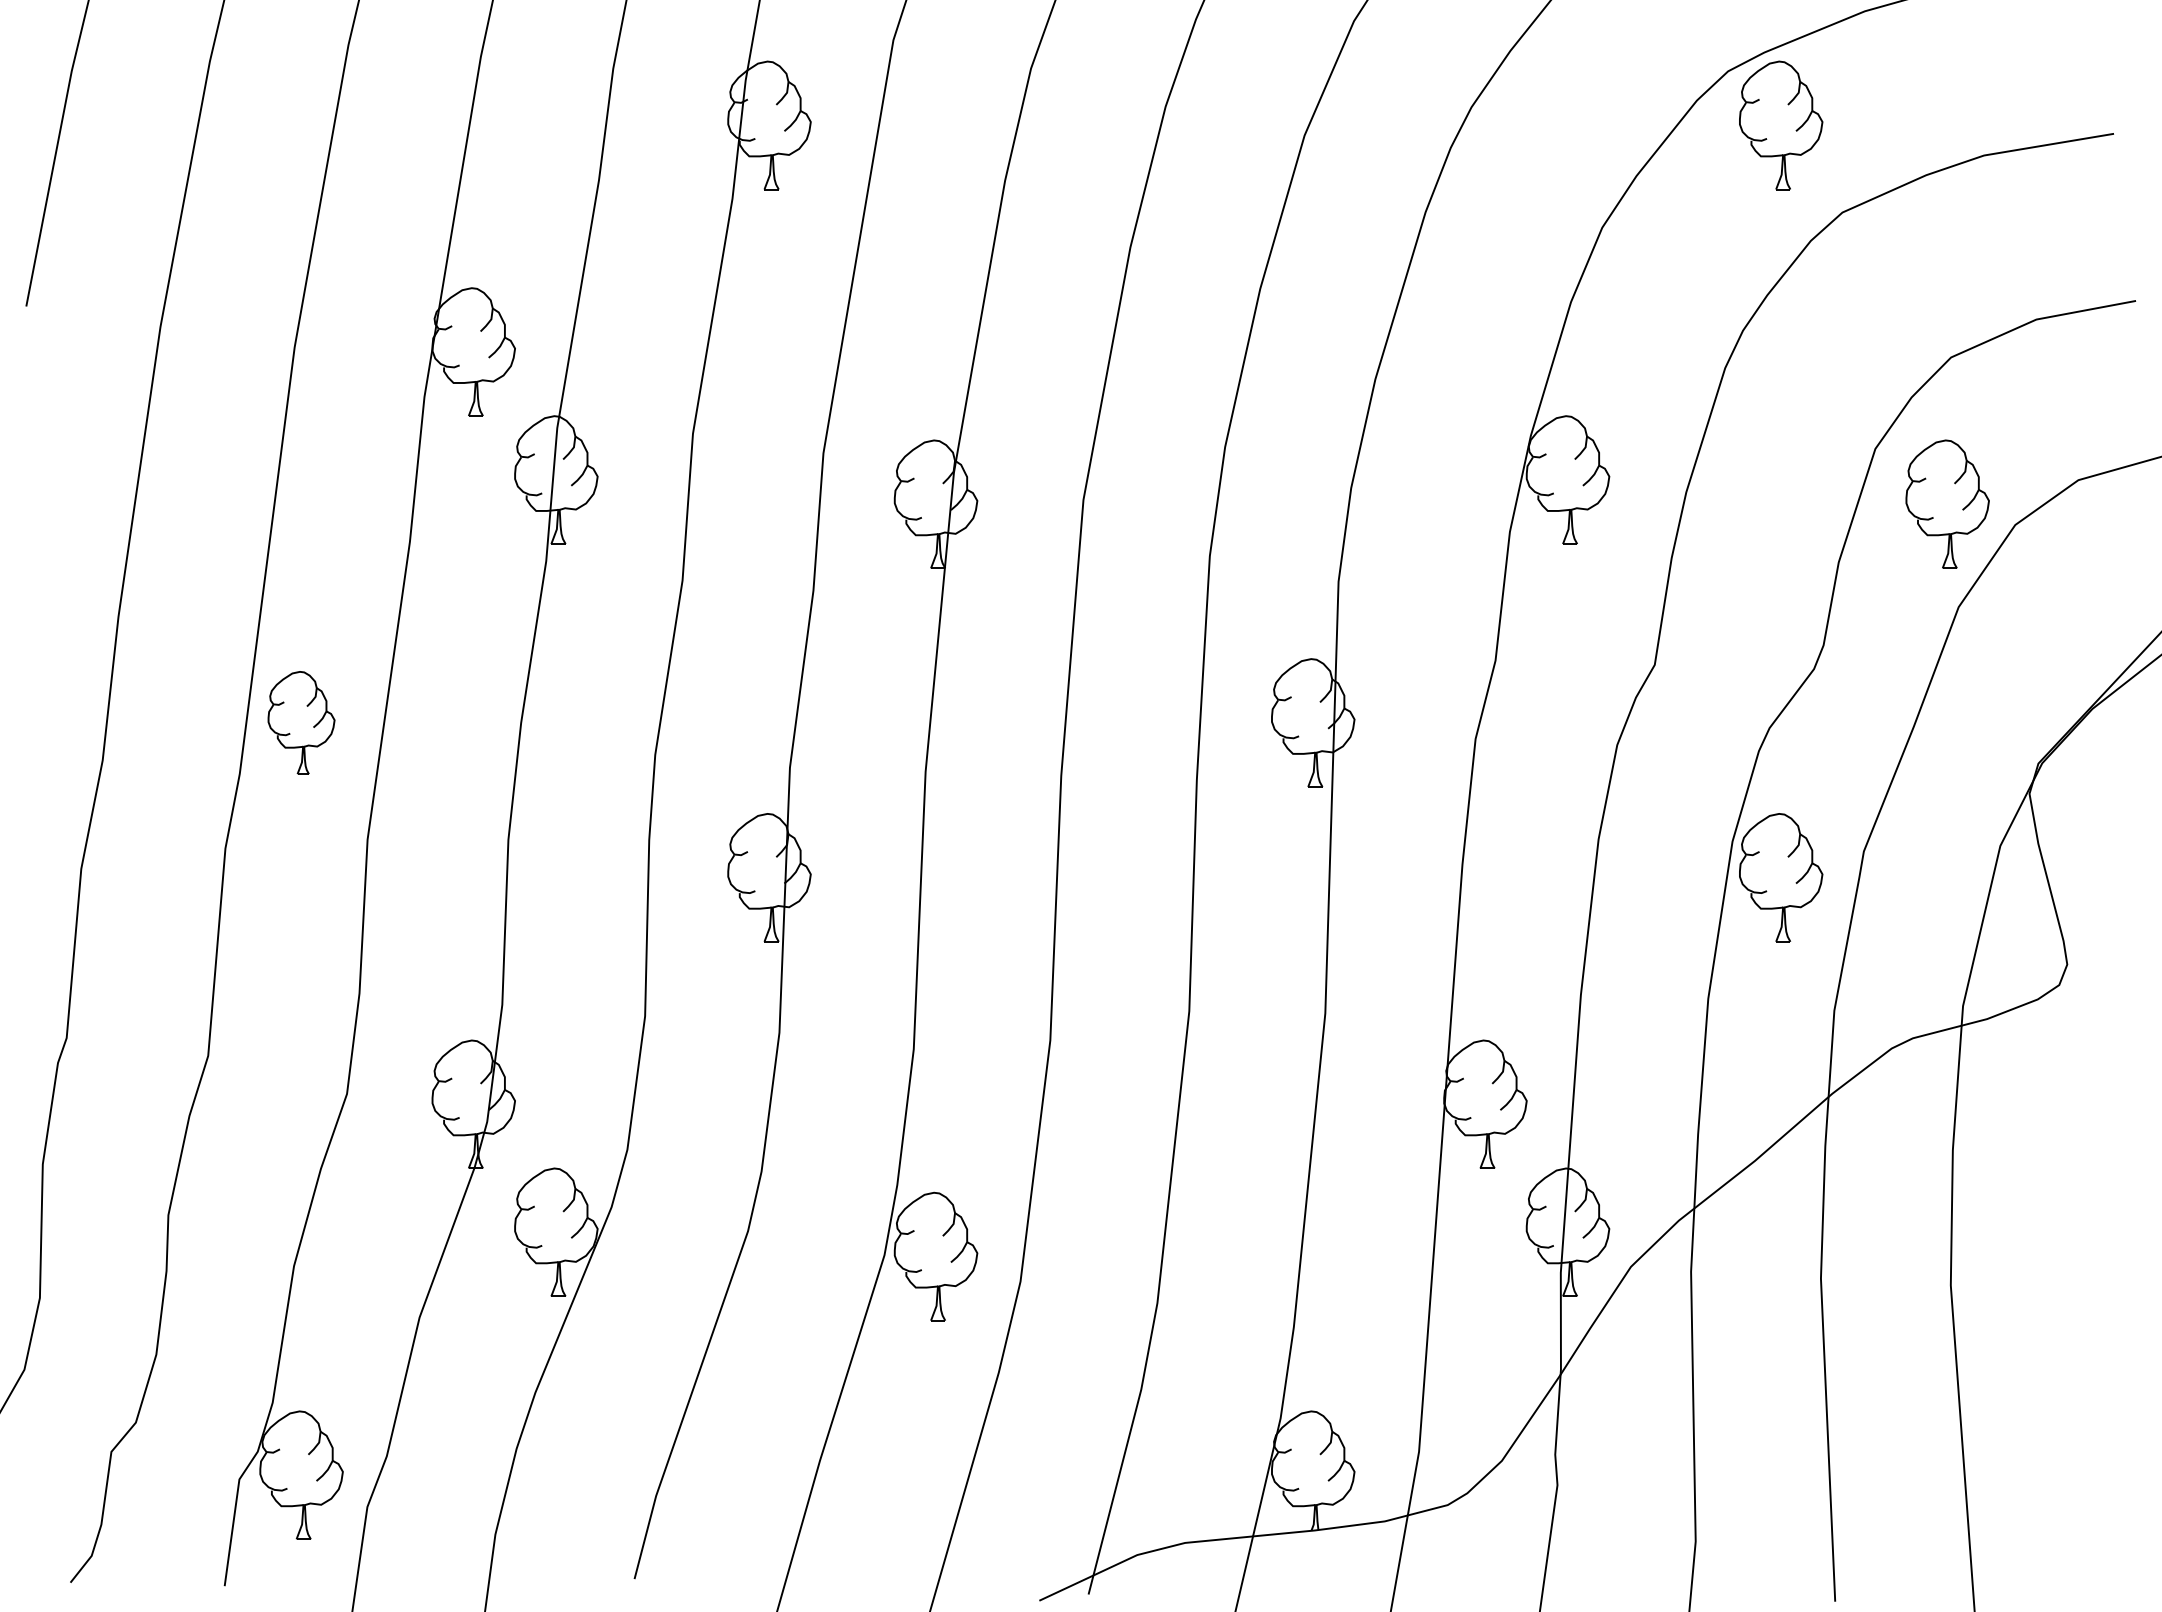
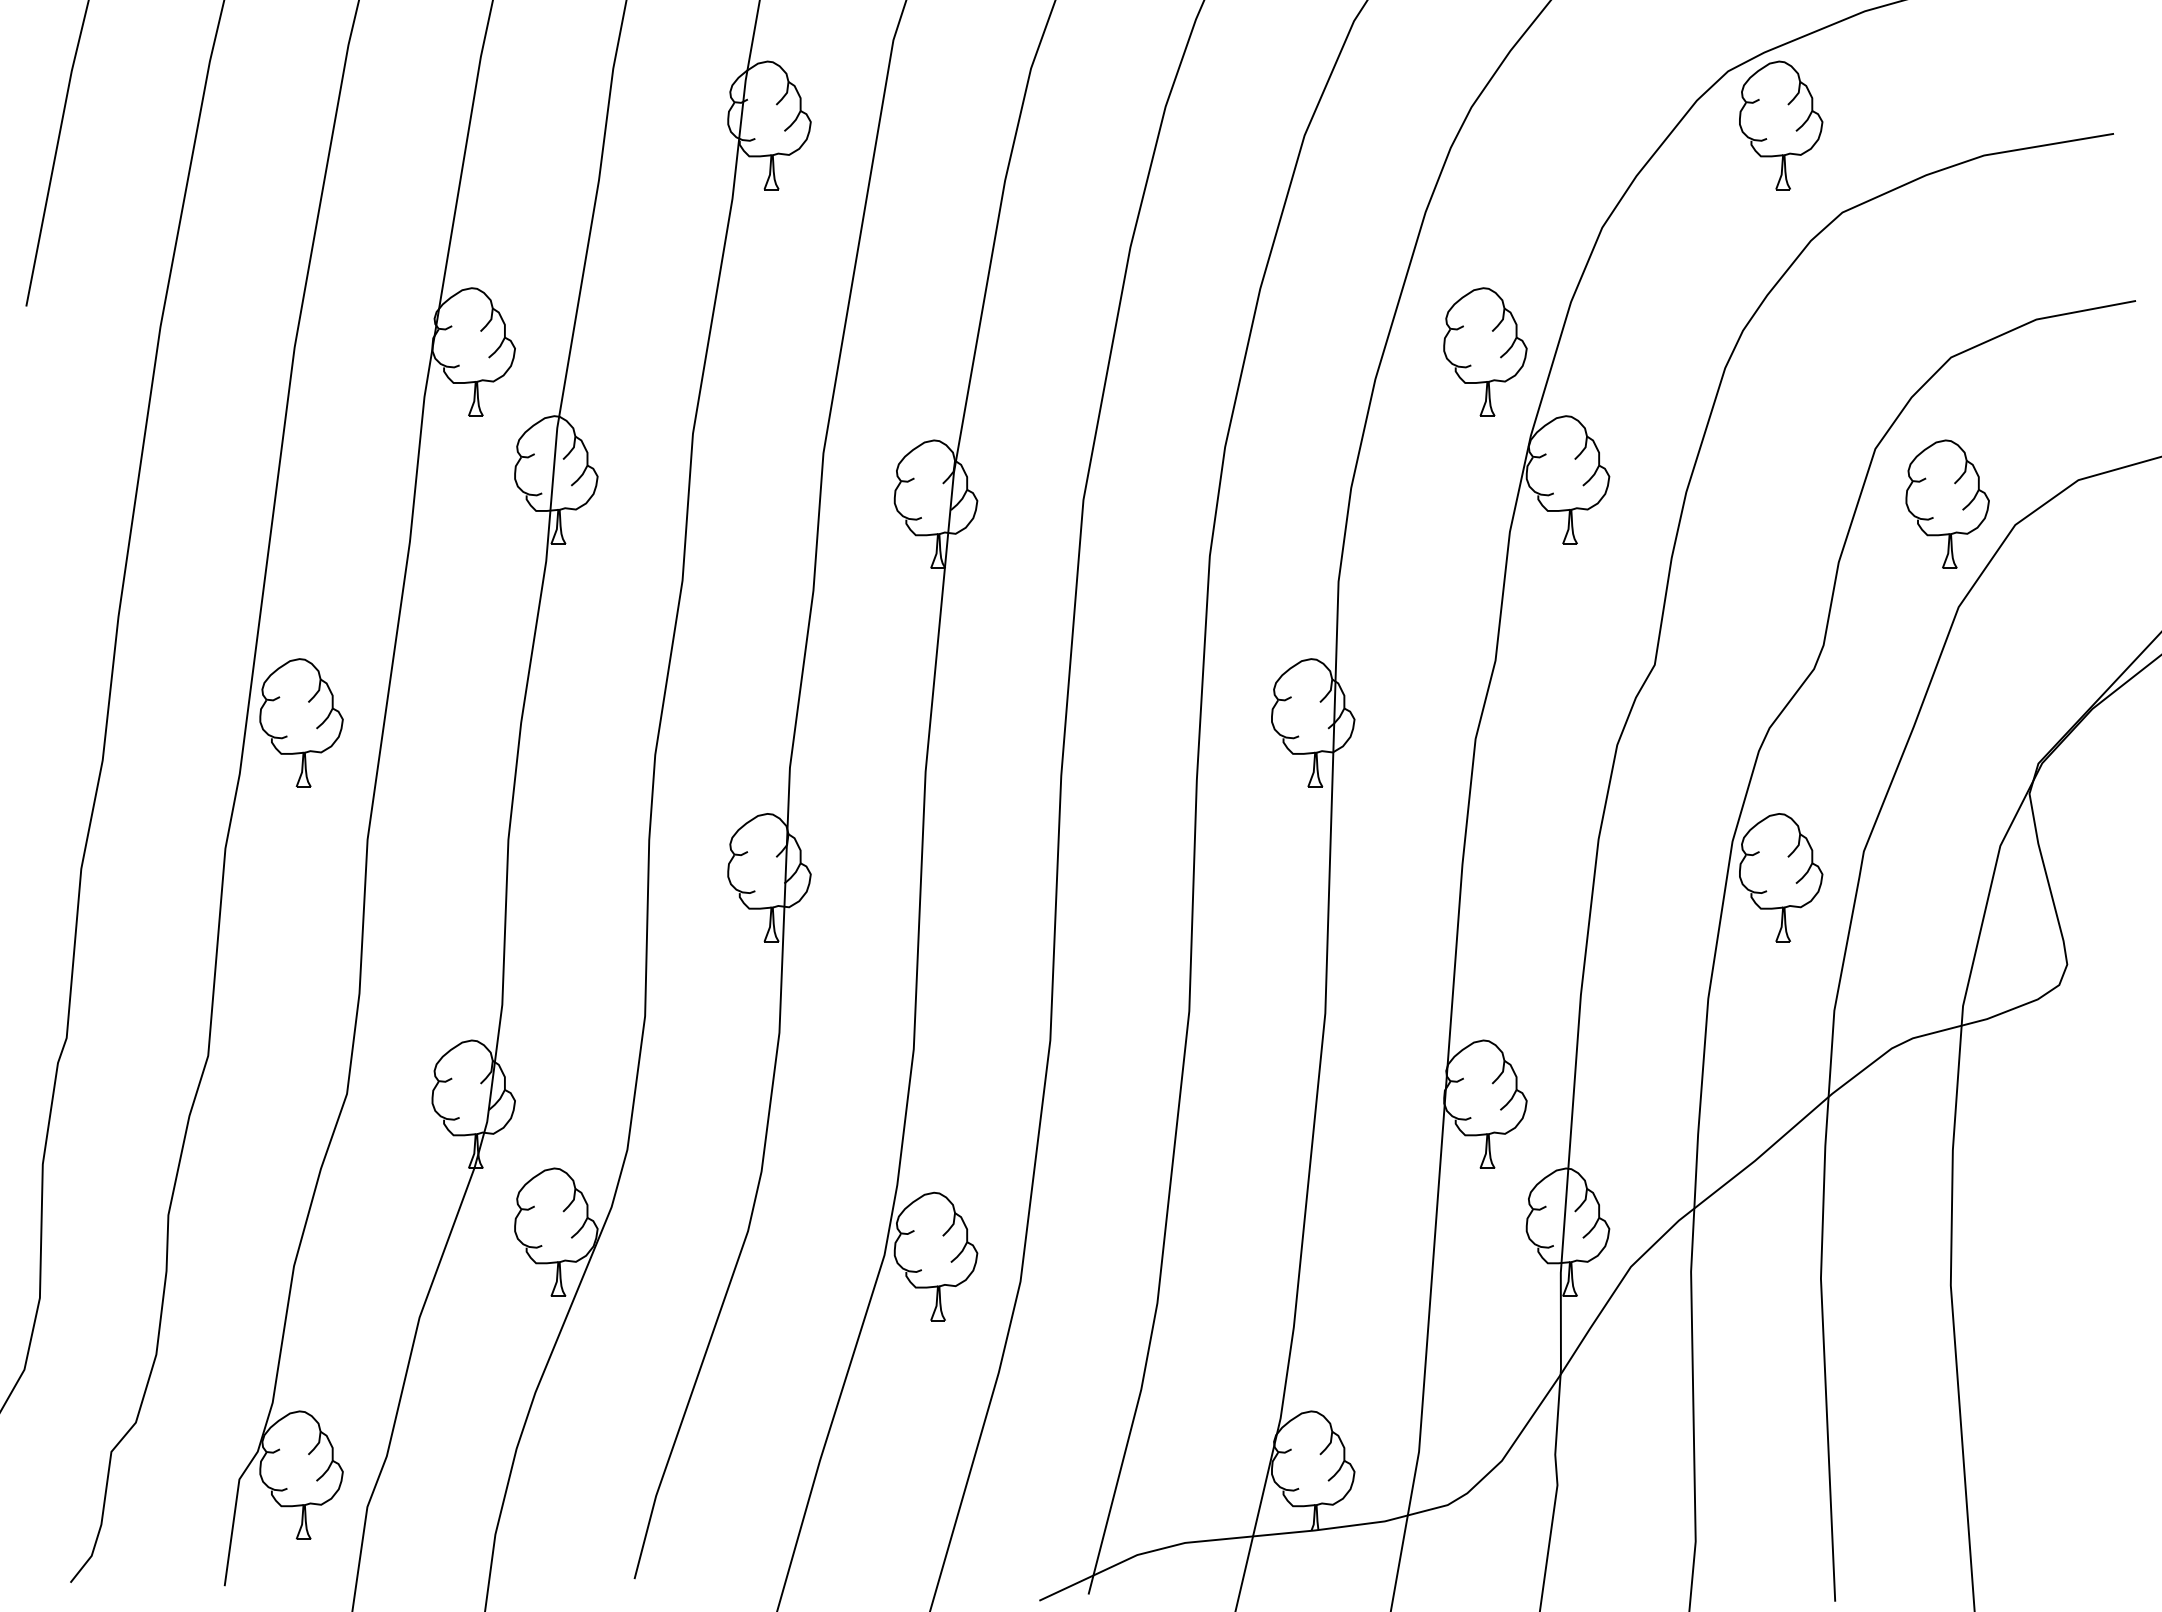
part at (1485, 351): none -> present
part at (301, 722) size: 69x104 px -> 85x130 px
